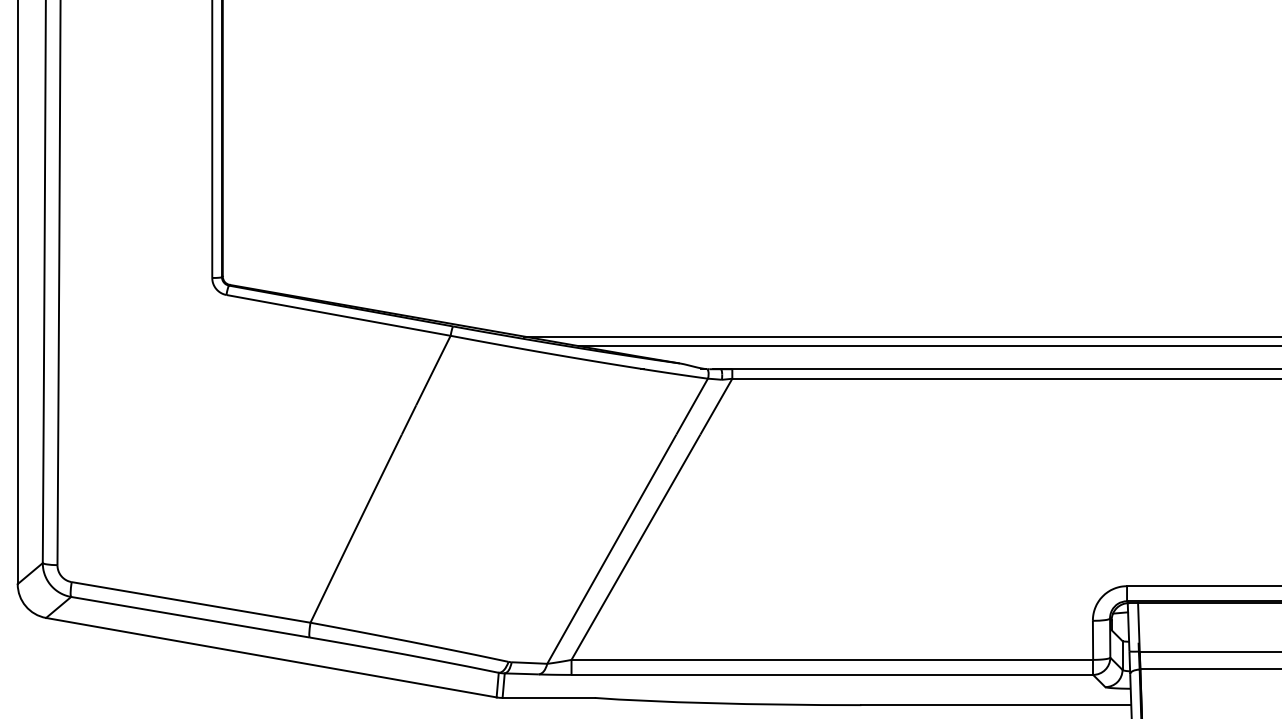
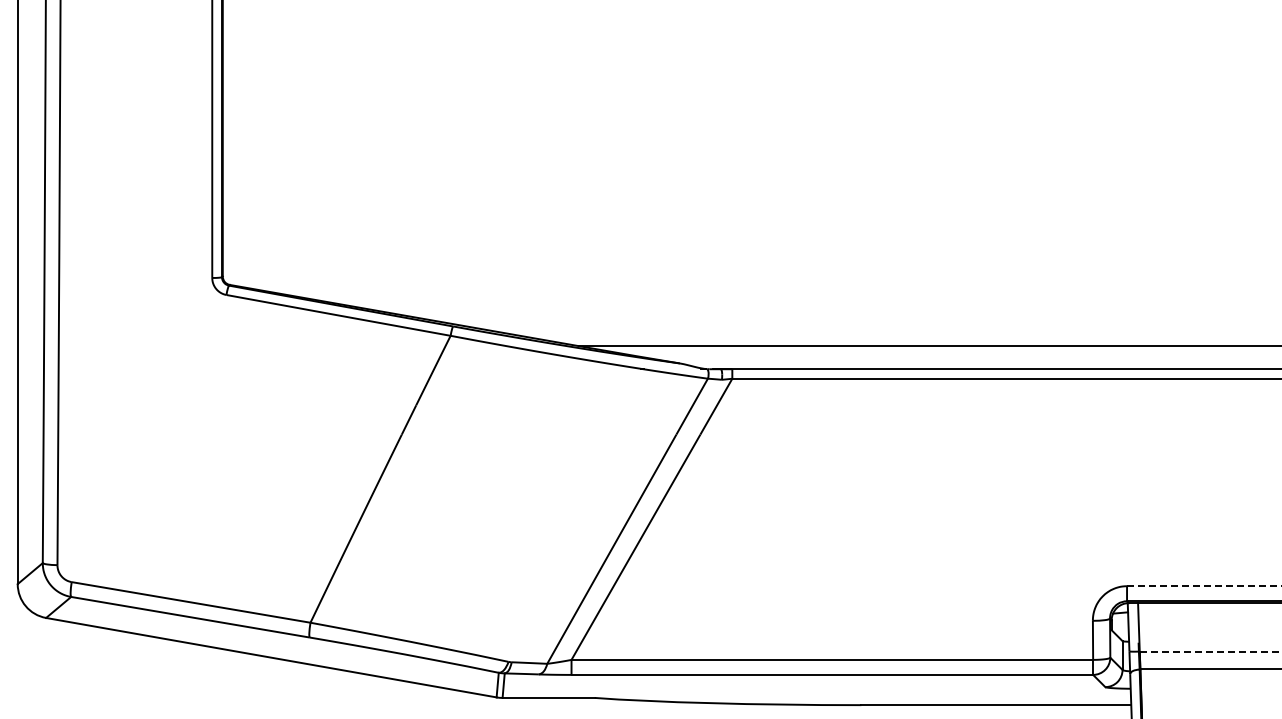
line at (901, 336): present -> none
line at (1204, 586): solid -> dashed
line at (1210, 651): solid -> dashed
